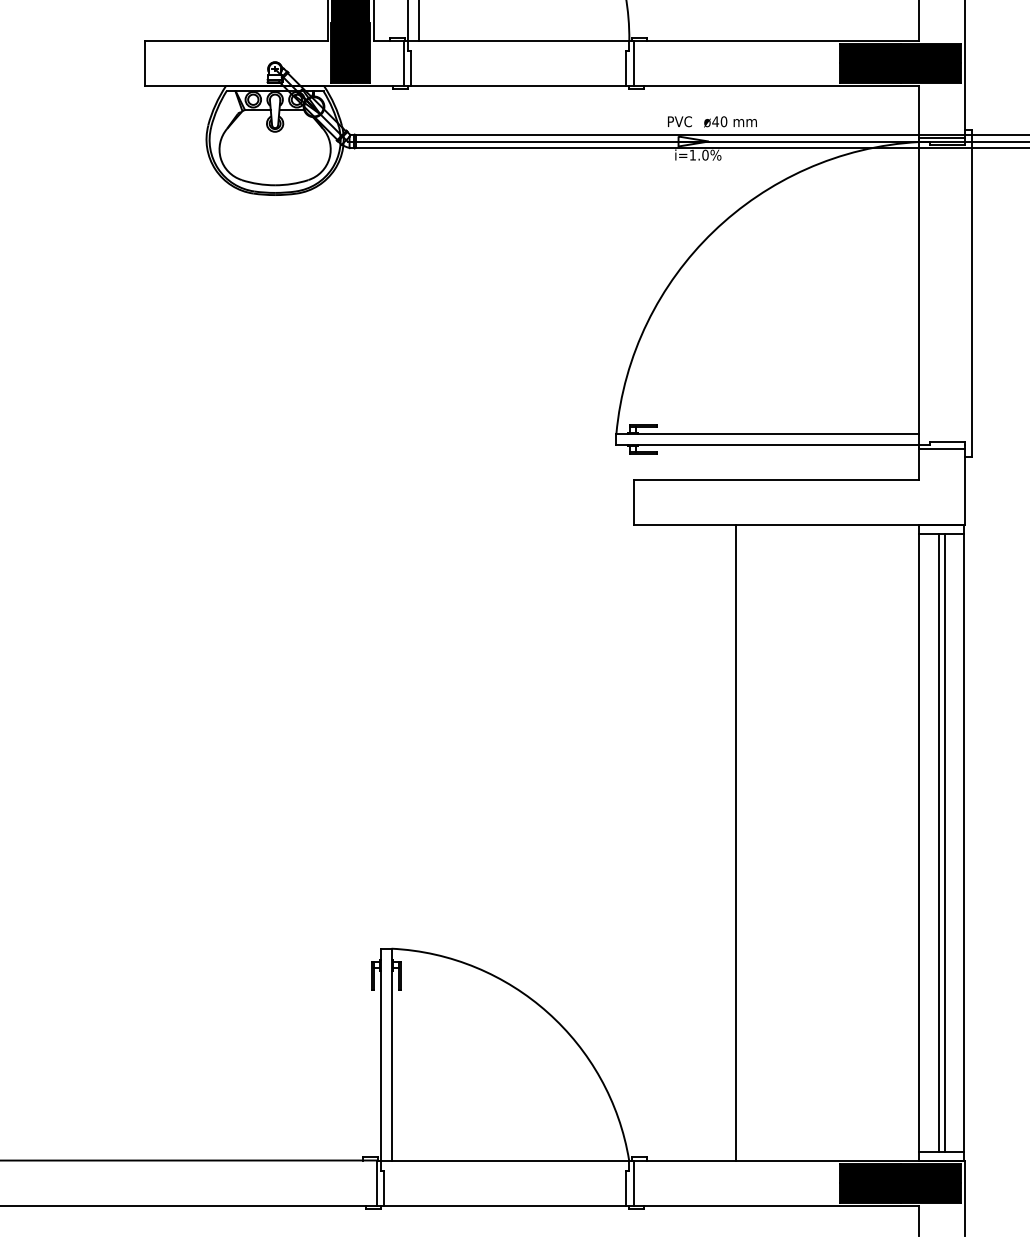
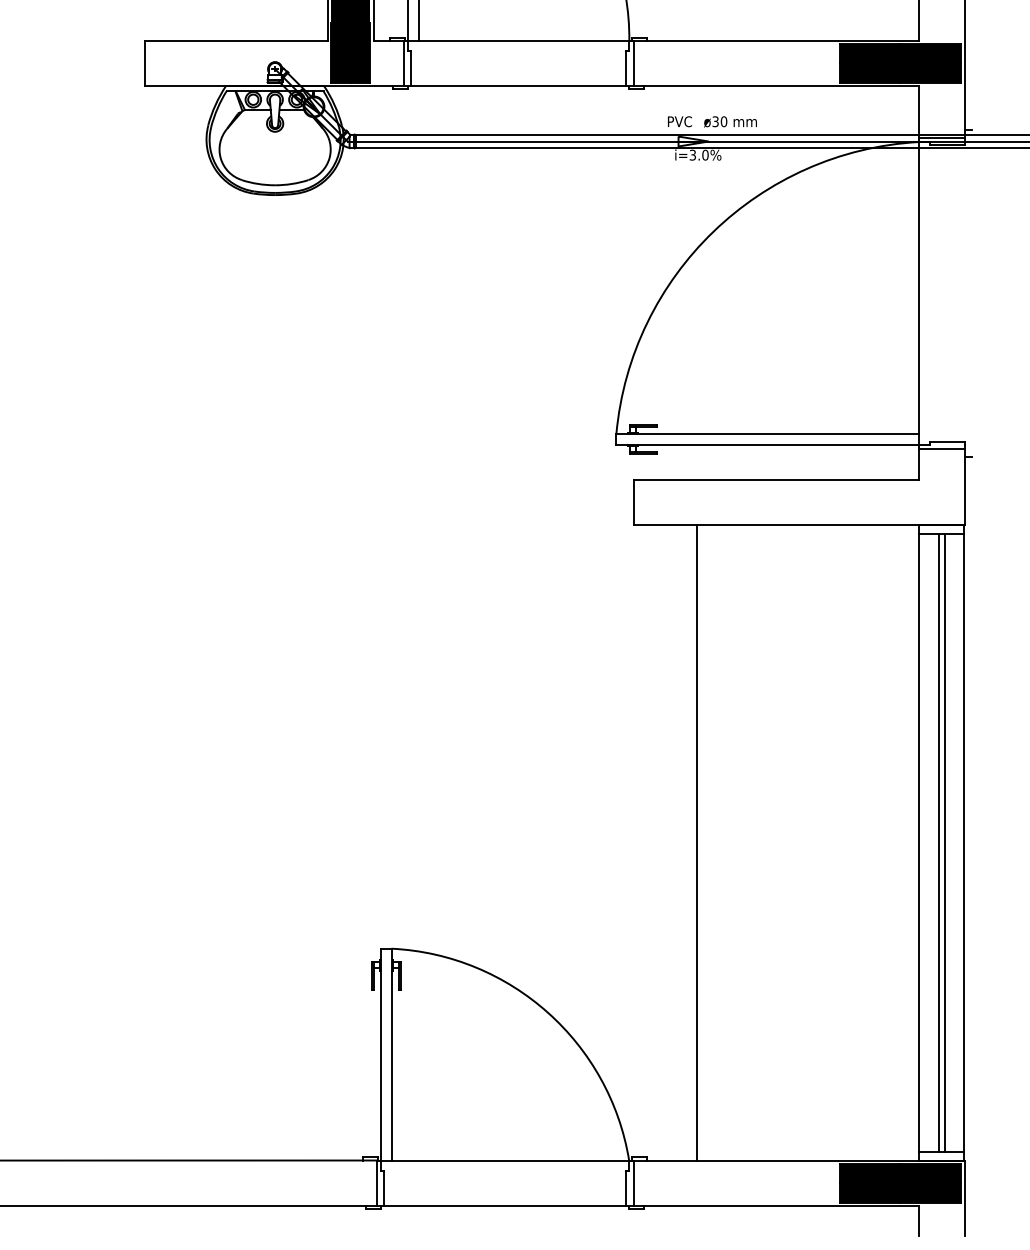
text at (715, 121): ø40 -> ø30
text at (692, 154): i=1.0% -> i=3.0%
line at (972, 293): present -> none
line at (735, 842) position: (735, 842) -> (696, 842)
